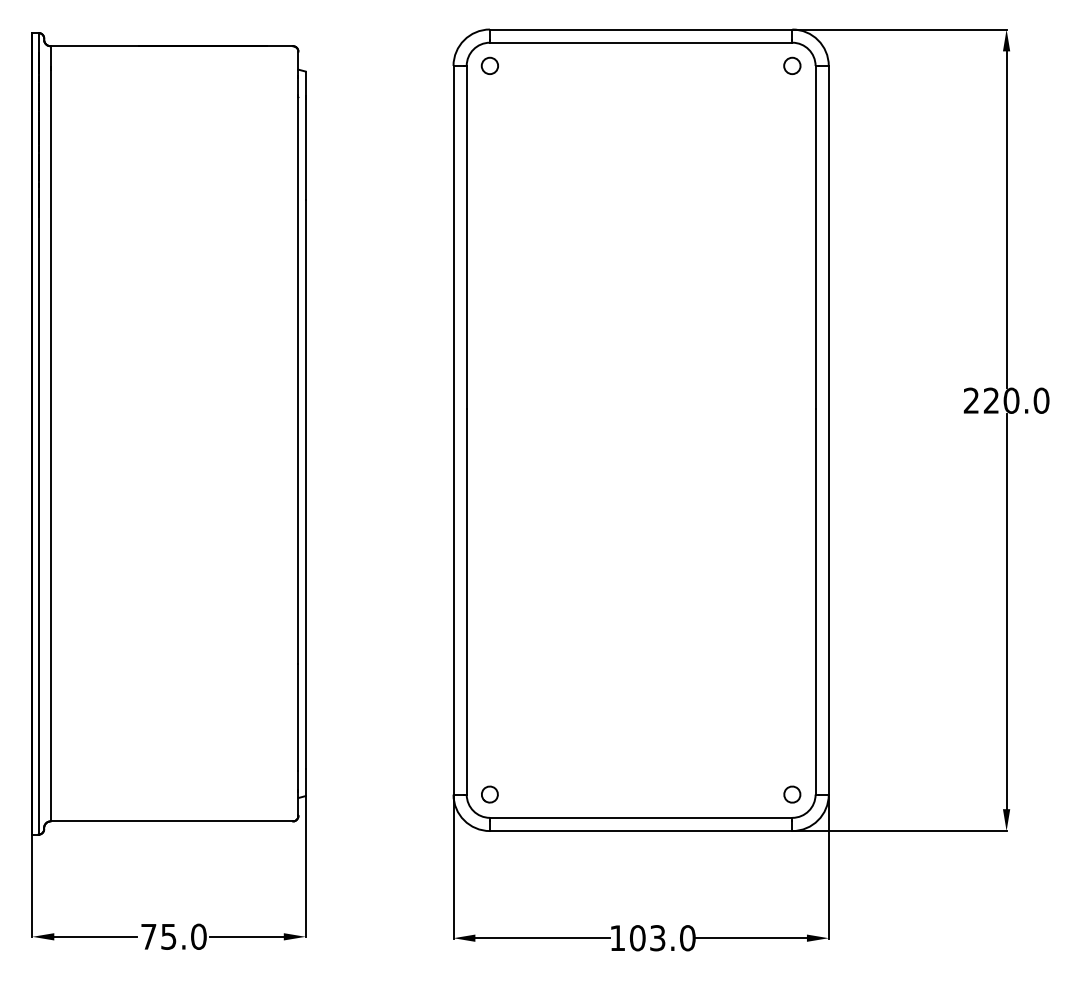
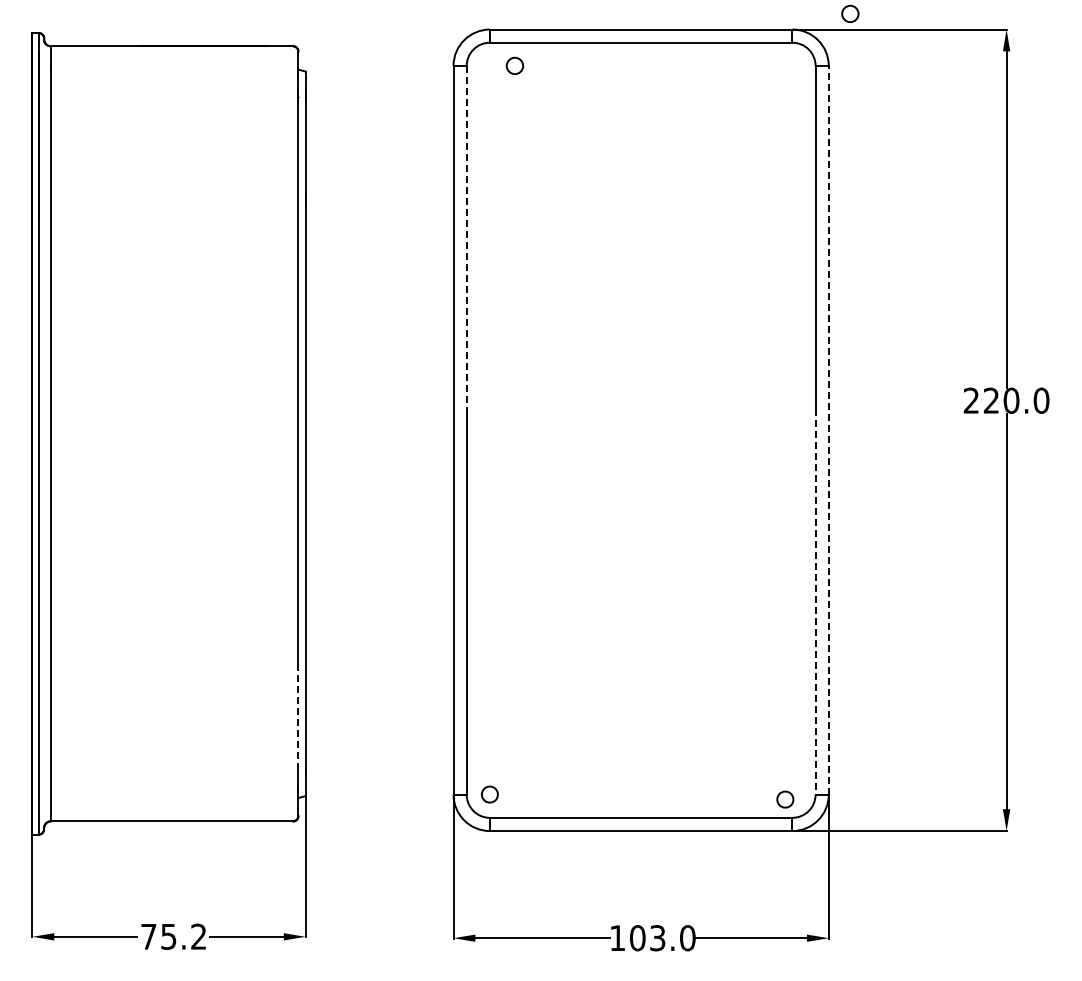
circle at (489, 65) position: (489, 65) -> (514, 65)
circle at (792, 65) position: (792, 65) -> (850, 13)
line at (466, 237): solid -> dashed
line at (828, 429): solid -> dashed
line at (815, 601): solid -> dashed
line at (298, 717): solid -> dashed
part at (792, 794) position: (792, 794) -> (785, 799)
text at (198, 936): 75.0 -> 75.2
